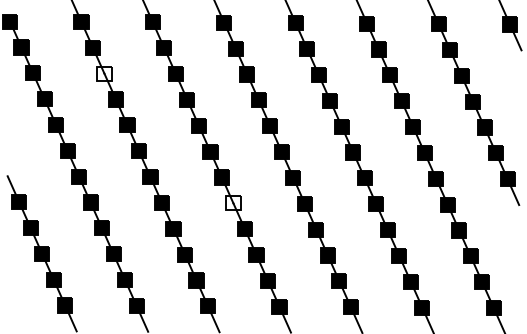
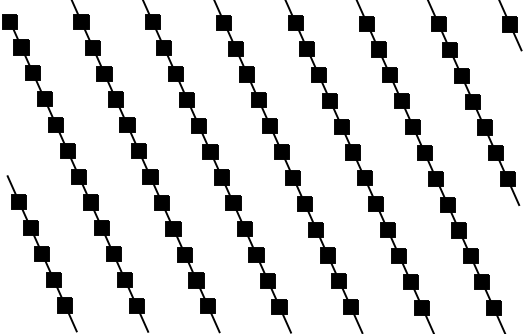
fill at (104, 73): none -> present
fill at (233, 203): none -> present
